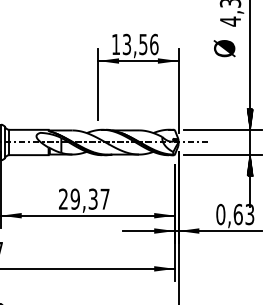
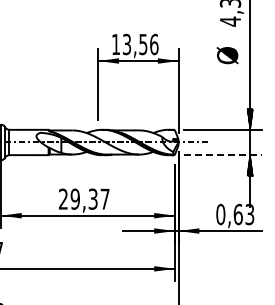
text at (224, 48) position: (224, 48) -> (227, 55)
line at (223, 155): solid -> dashed
